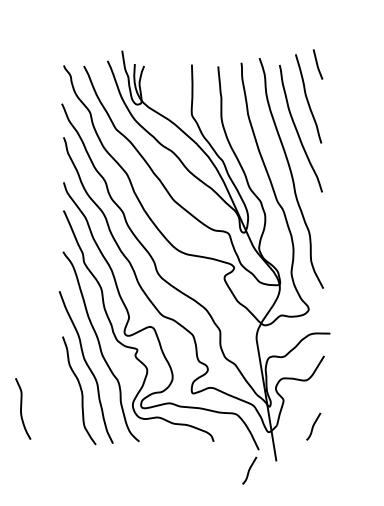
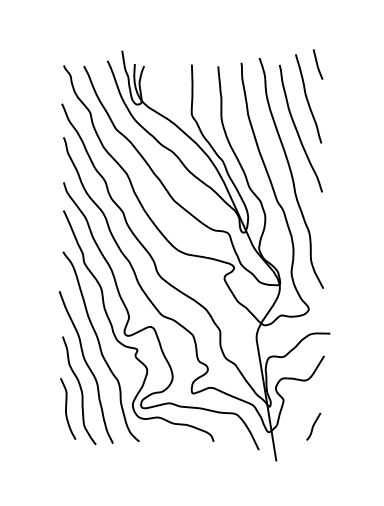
curve at (21, 408) position: (21, 408) -> (66, 408)
curve at (249, 470): present -> none
